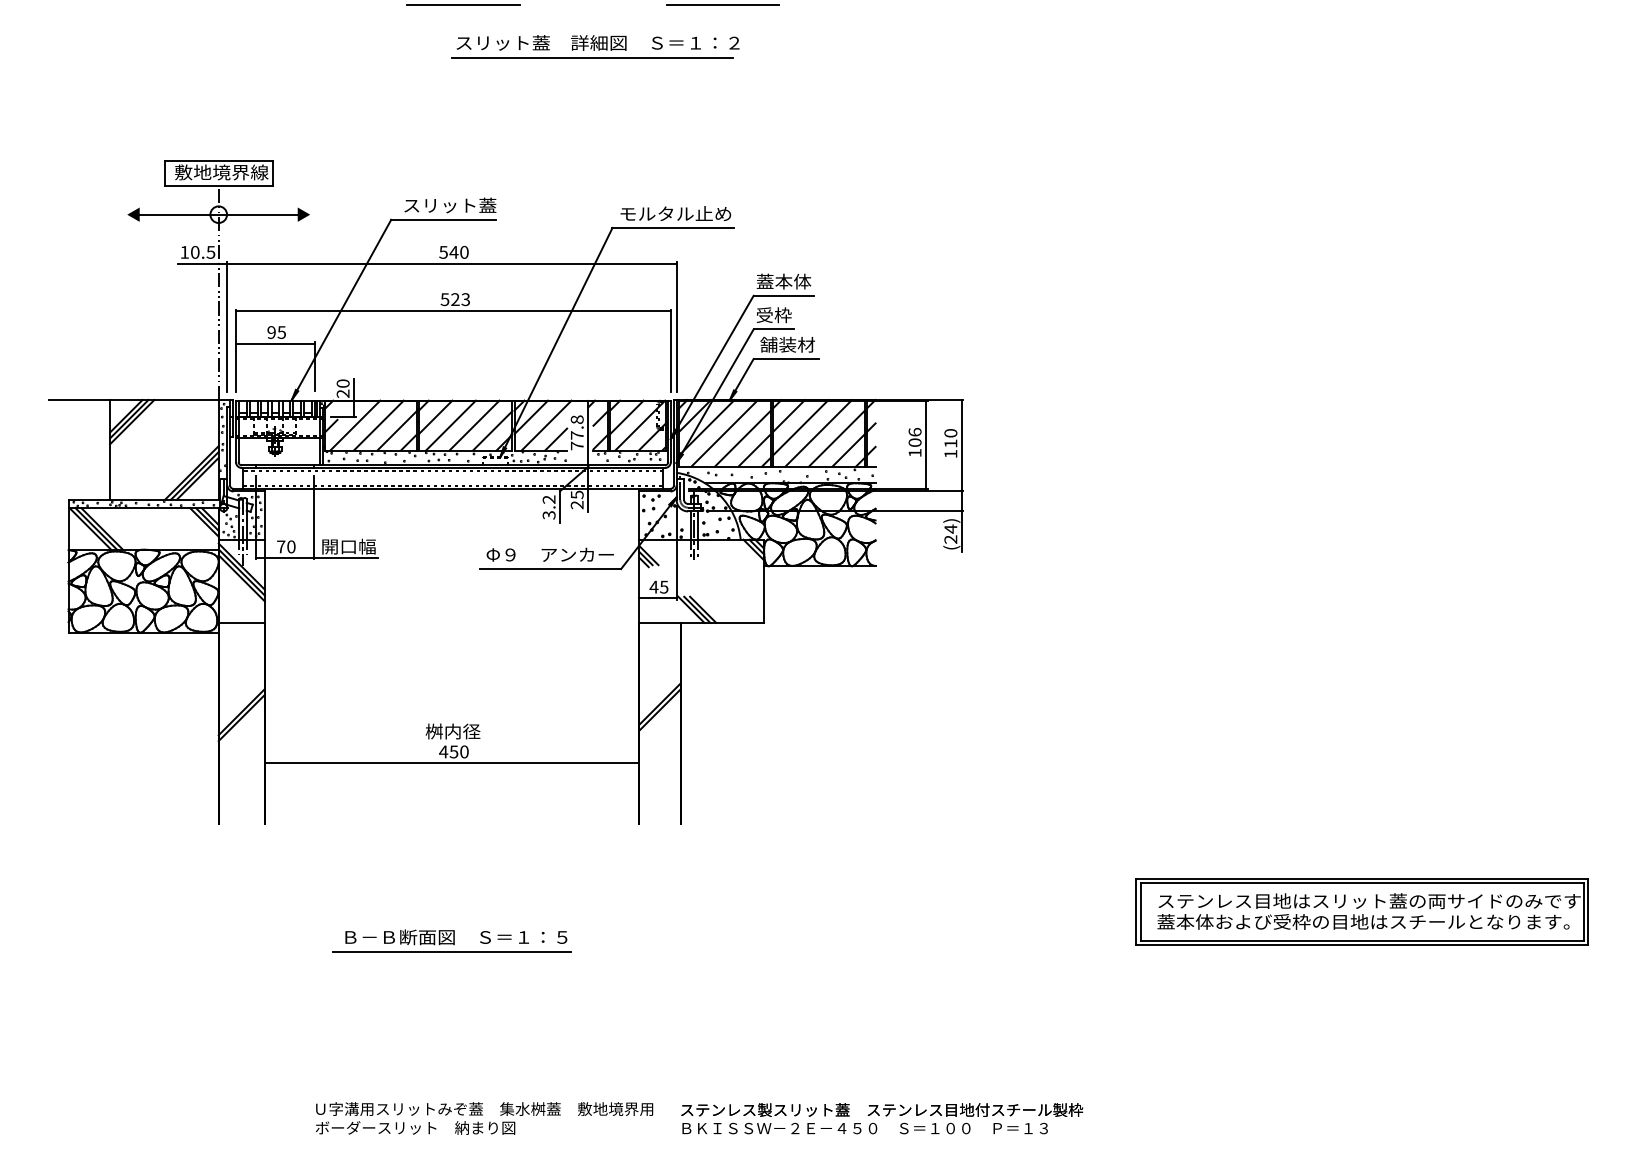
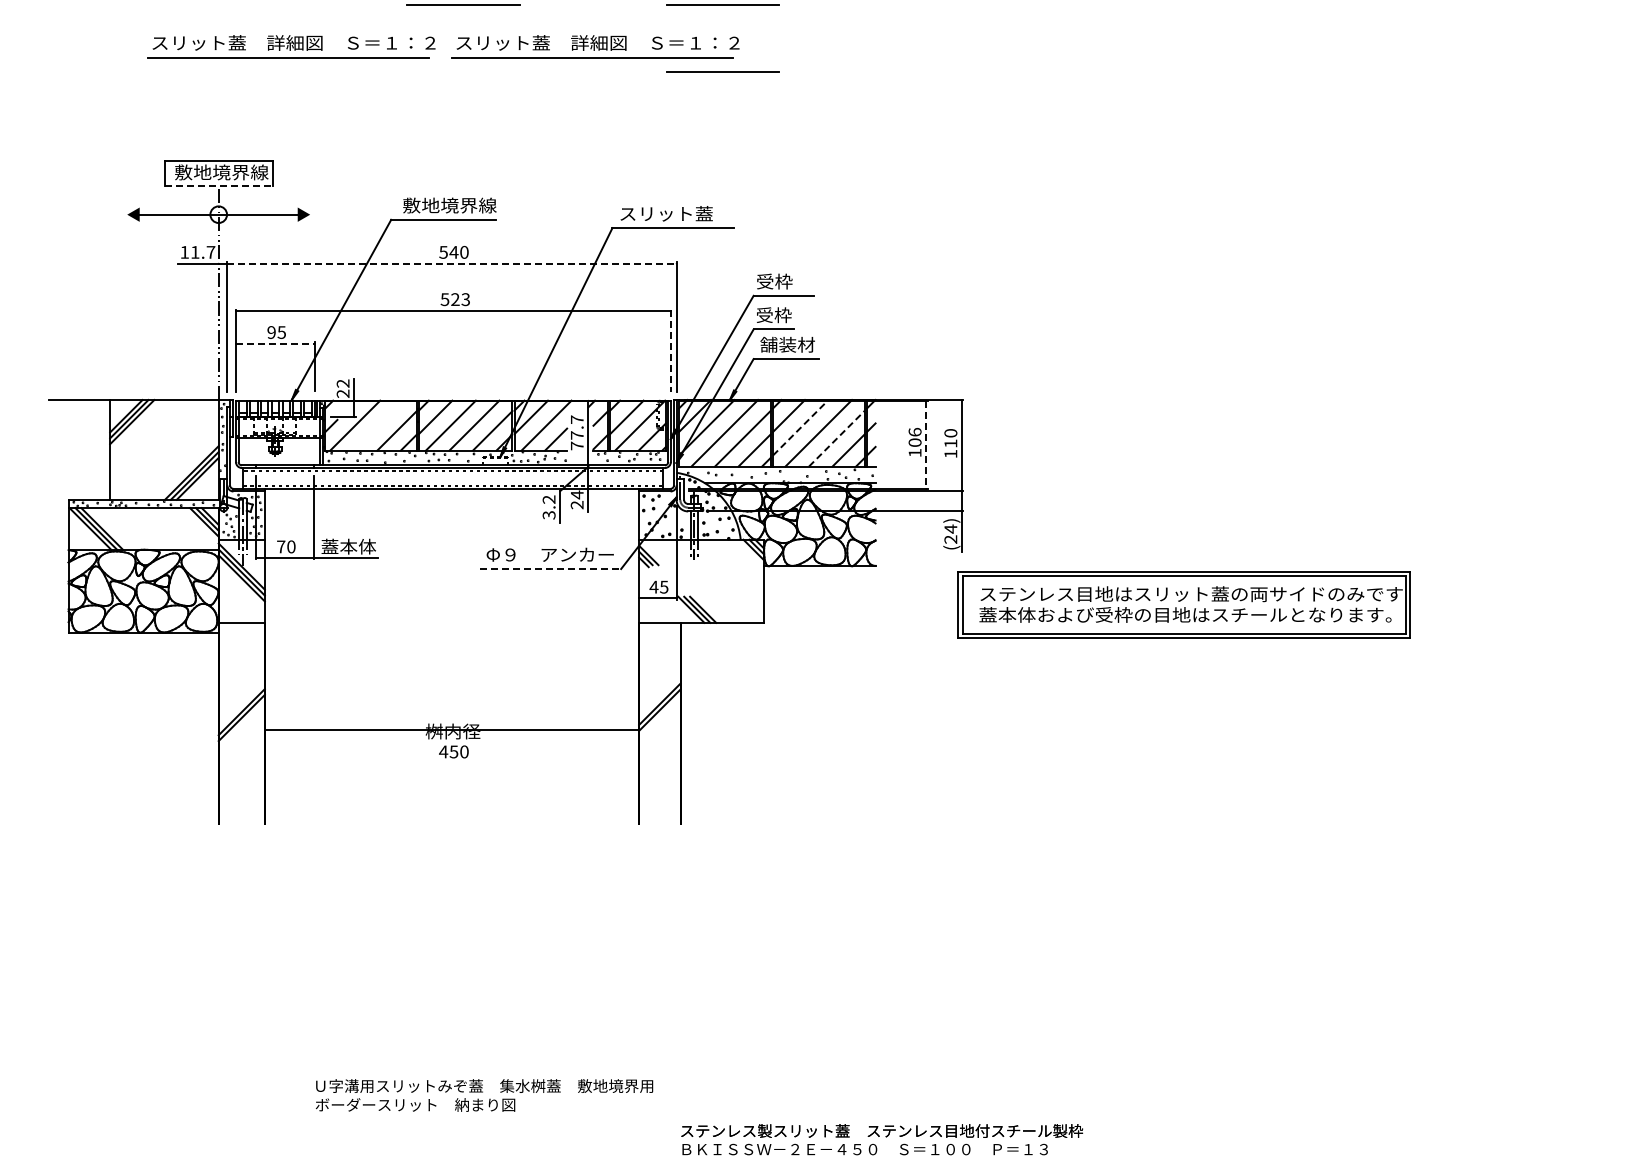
part at (291, 46): none -> present
line at (722, 71): none -> present
line at (219, 185): solid -> dashed
text at (449, 205): スリット蓋 -> 敷地境界線
text at (675, 213): モルタル止め -> スリット蓋
text at (203, 251): 10.5 -> 11.7
line at (452, 263): solid -> dashed
text at (783, 281): 蓋本体 -> 受枠
line at (275, 343): solid -> dashed
line at (670, 351): solid -> dashed
text at (342, 383): 20 -> 22
text at (576, 419): 77.8 -> 77.7
line at (378, 425): present -> none
line at (801, 427): solid -> dashed
line at (837, 438): solid -> dashed
line at (926, 445): solid -> dashed
text at (577, 494): 25 -> 24
text at (348, 546): 開口幅 -> 蓋本体
line at (550, 569): solid -> dashed
line at (451, 763) position: (451, 763) -> (451, 730)
part at (1361, 911) position: (1361, 911) -> (1183, 604)
part at (451, 940): present -> none
text at (484, 1118) position: (484, 1118) -> (484, 1095)
text at (882, 1118) position: (882, 1118) -> (882, 1139)
